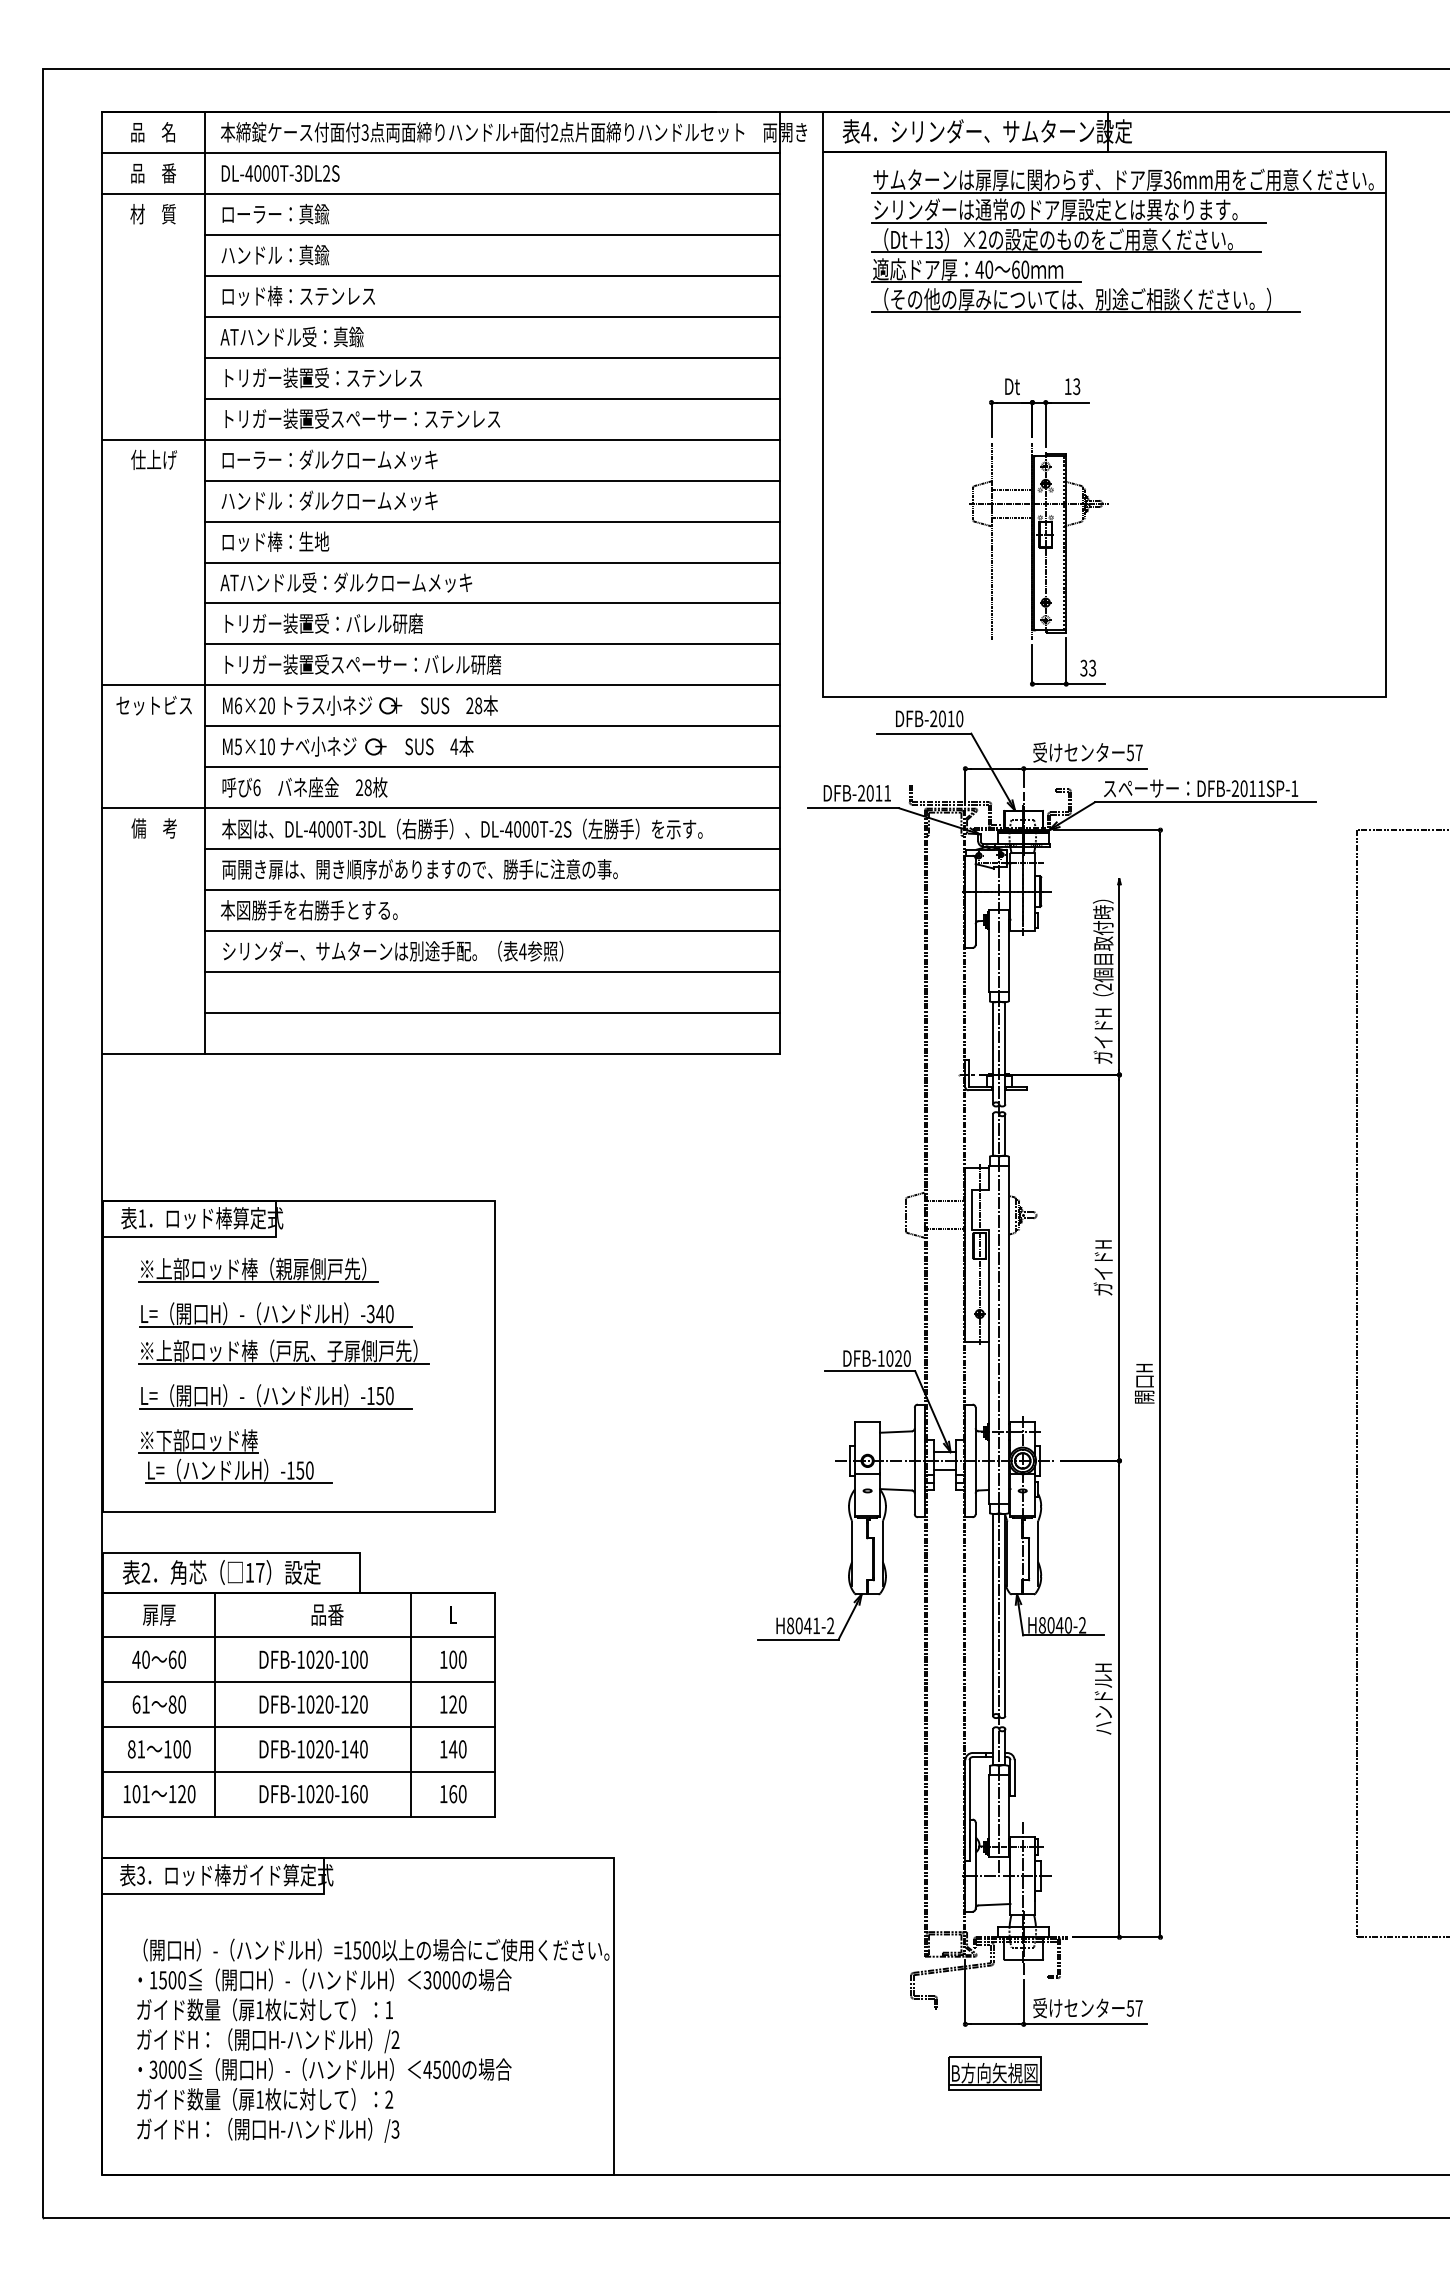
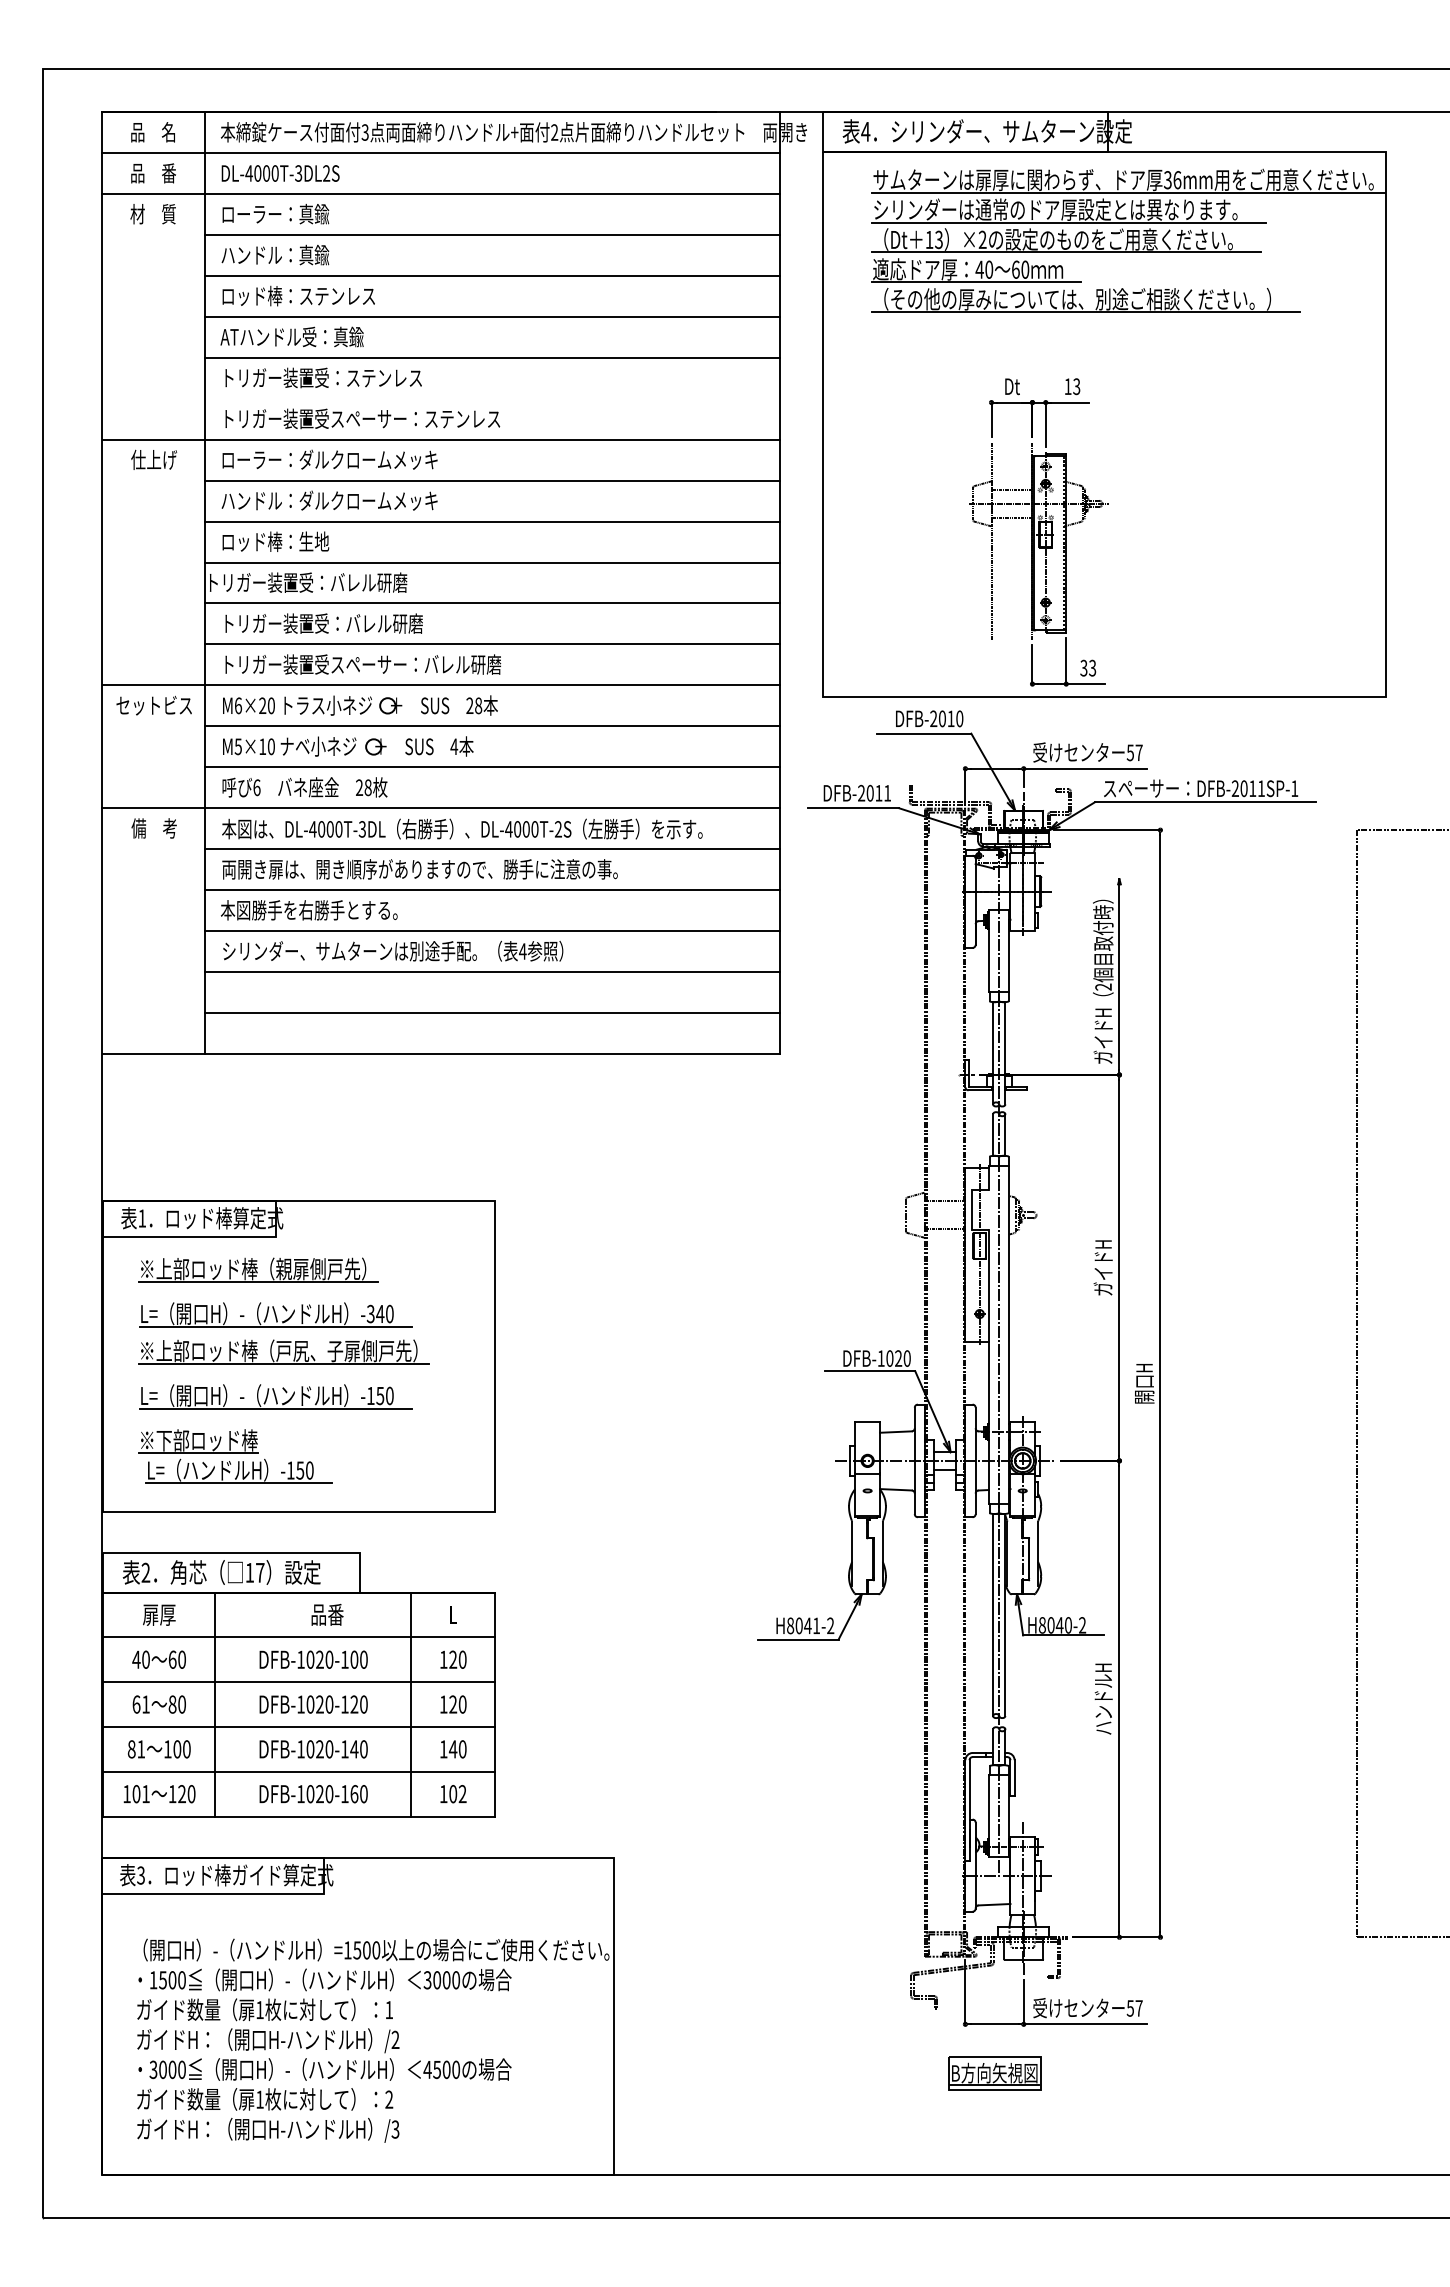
line at (492, 398): present -> none
text at (340, 582): ATハンドル受：ダルクロームメッキ -> トリガー装置受：バレル研磨
text at (453, 1659): 100 -> 120
text at (457, 1794): 160 -> 102
